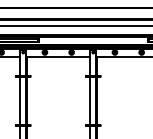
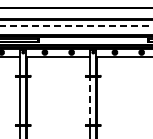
line at (76, 26): solid -> dashed
line at (90, 100): solid -> dashed
